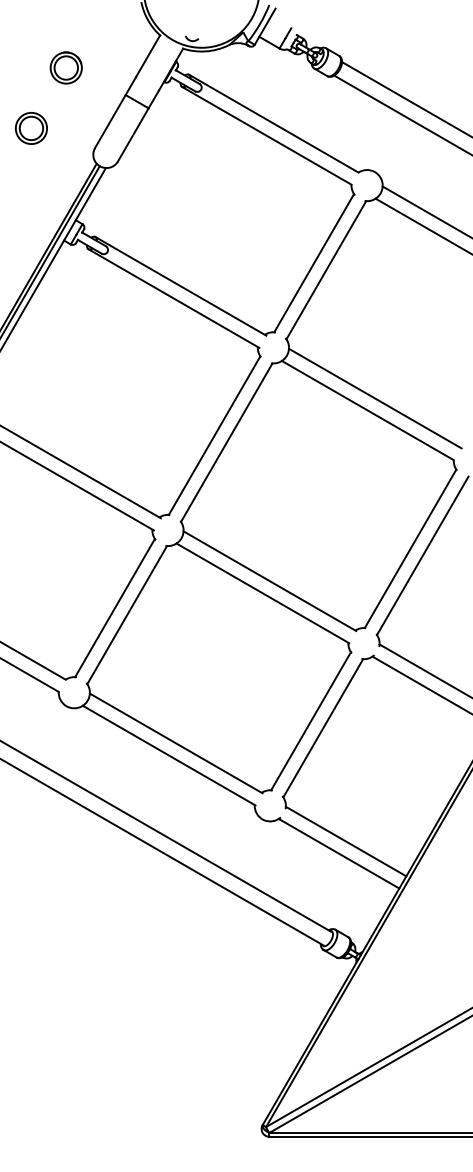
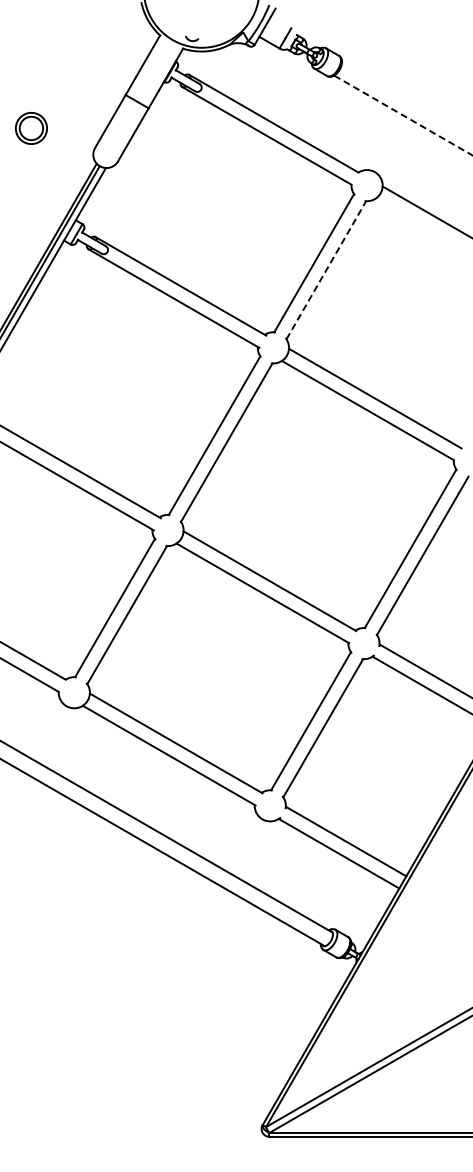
part at (65, 67): present -> none
line at (405, 98): present -> none
line at (403, 115): solid -> dashed
line at (422, 225): present -> none
line at (326, 270): solid -> dashed
